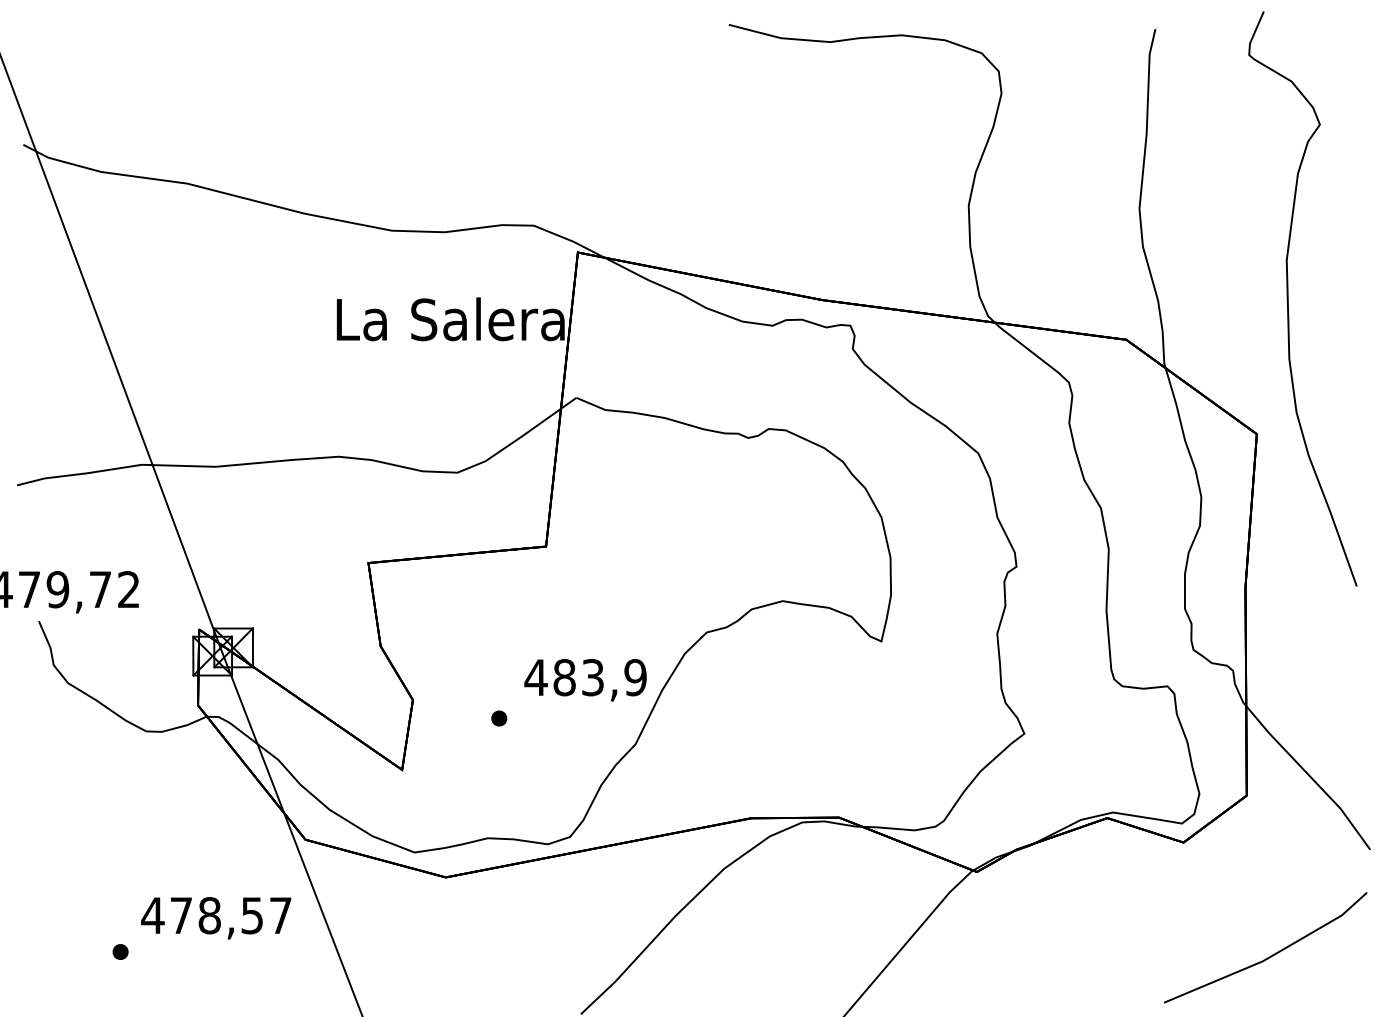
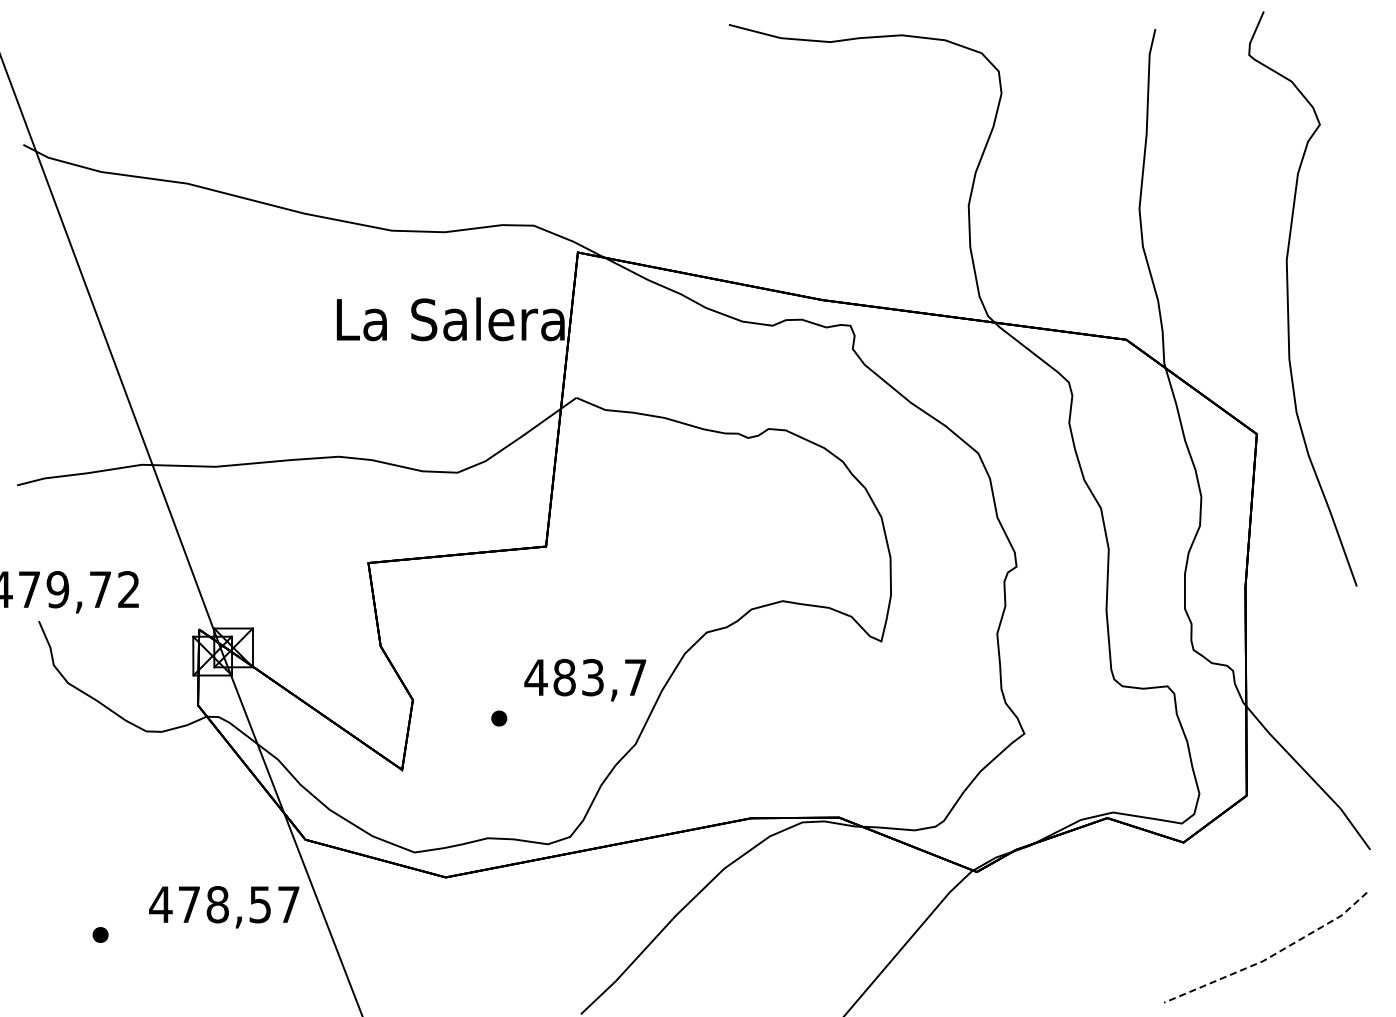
text at (635, 677): 483,9 -> 483,7
text at (216, 918) position: (216, 918) -> (224, 907)
part at (120, 951) position: (120, 951) -> (100, 934)
line at (1270, 956): solid -> dashed
